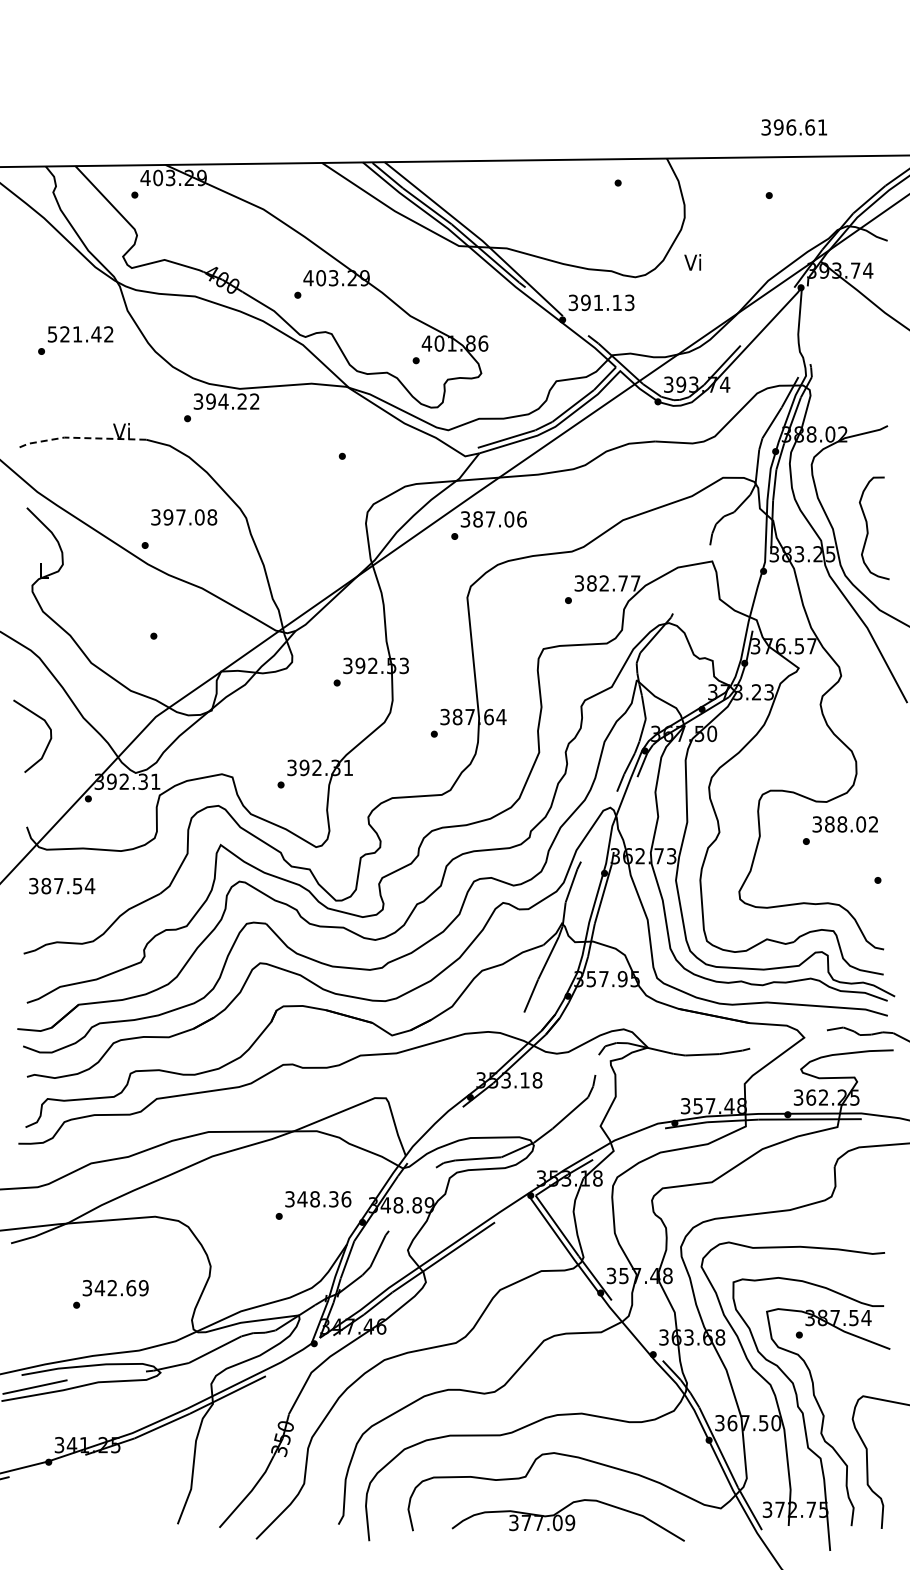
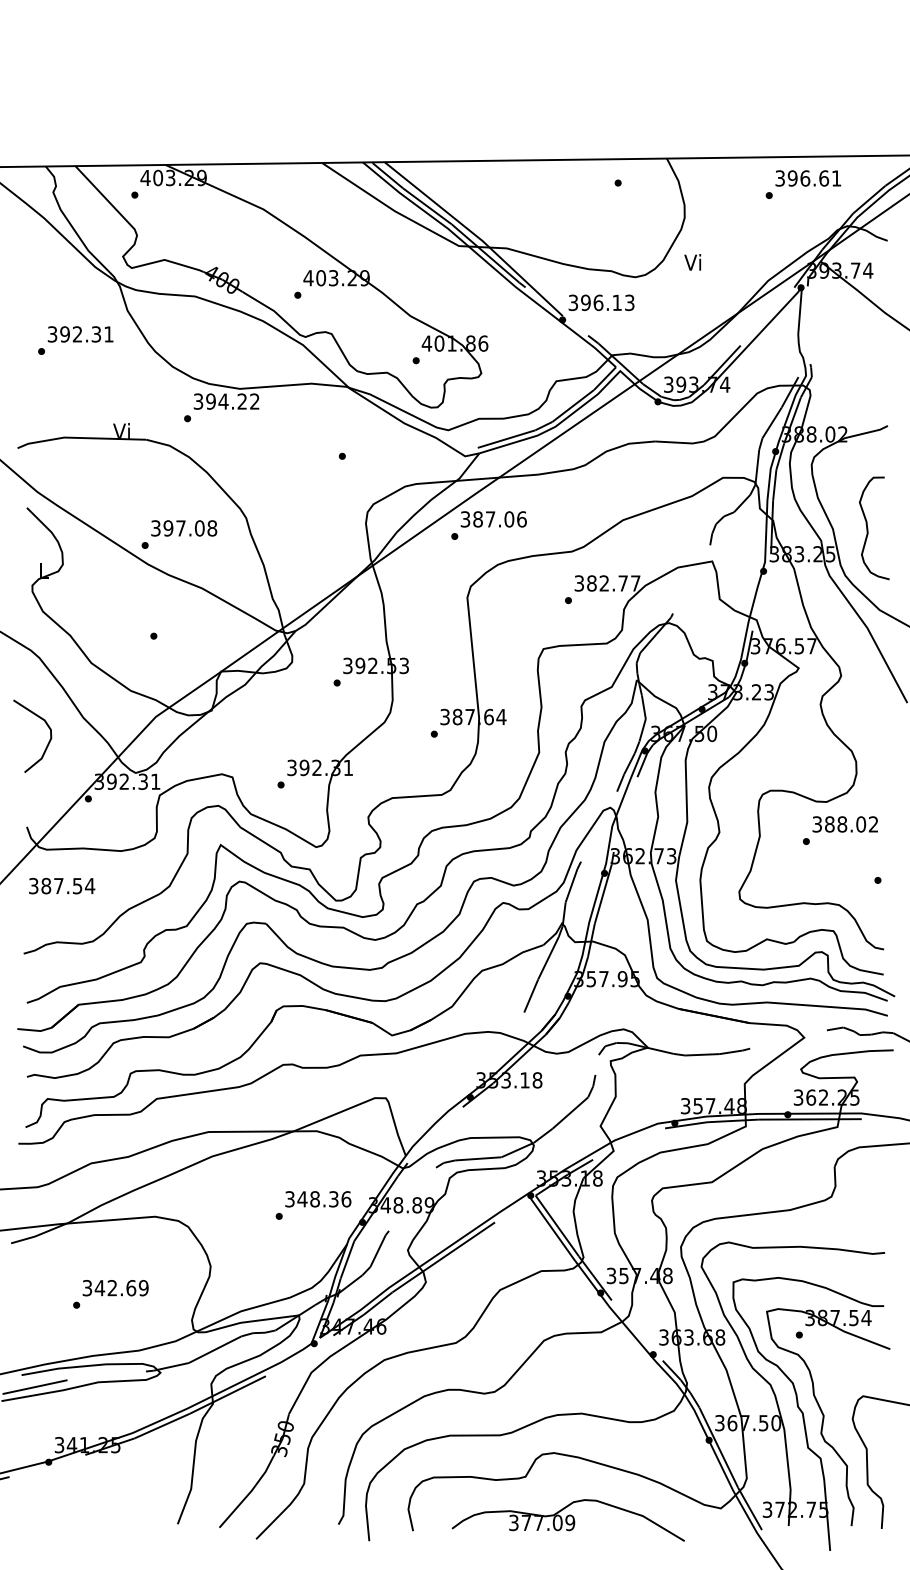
text at (794, 127) position: (794, 127) -> (808, 178)
text at (598, 302): 391.13 -> 396.13
text at (80, 334): 521.42 -> 392.31
line at (80, 438): dashed -> solid
text at (184, 517) position: (184, 517) -> (184, 528)
